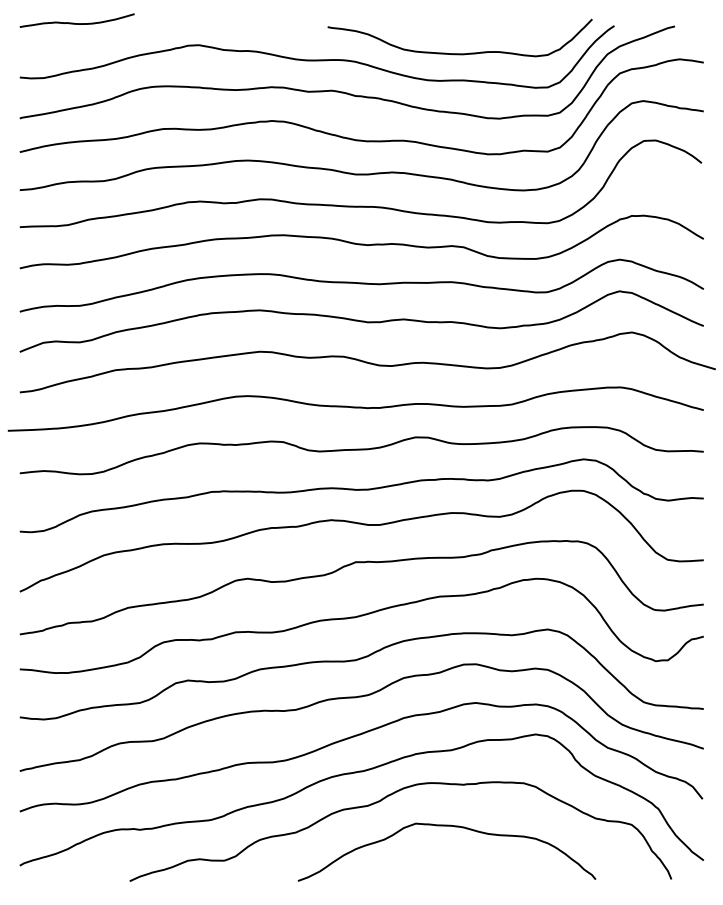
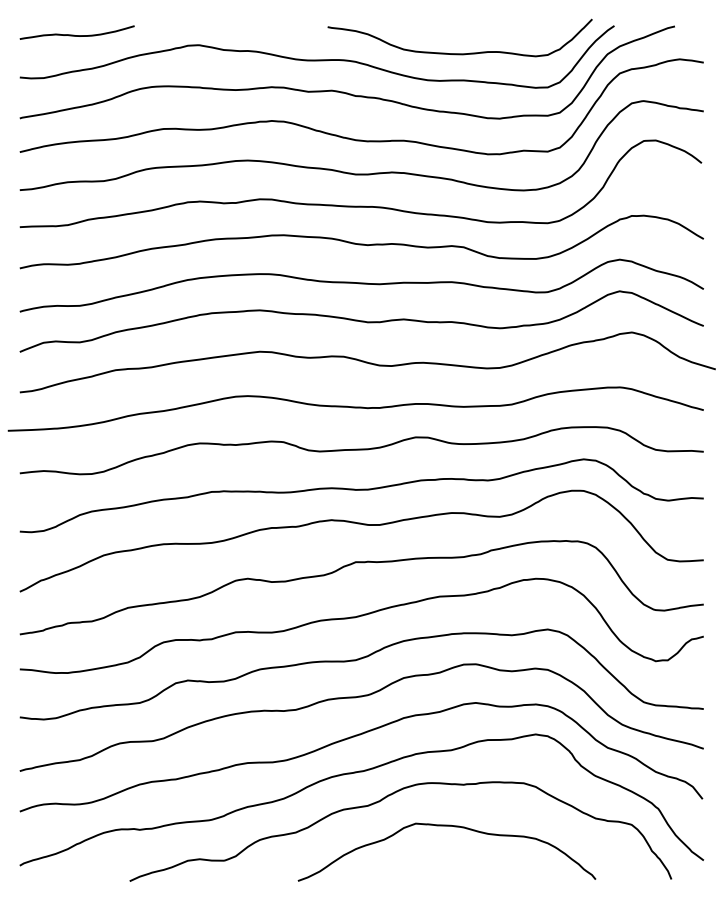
curve at (74, 22) position: (74, 22) -> (74, 34)
